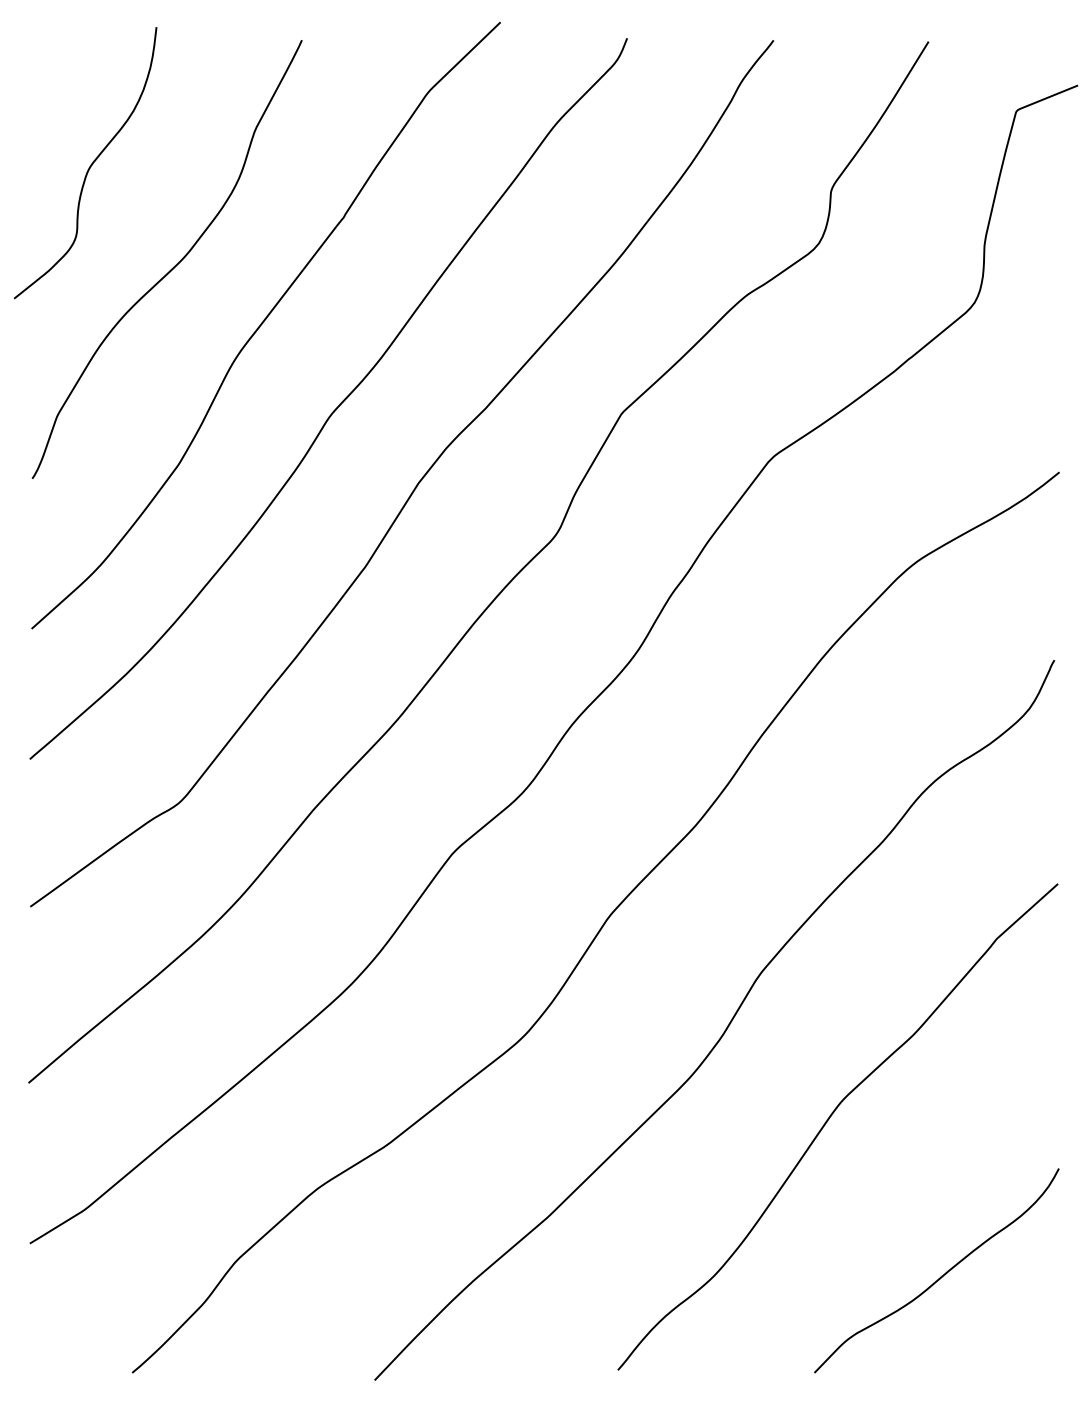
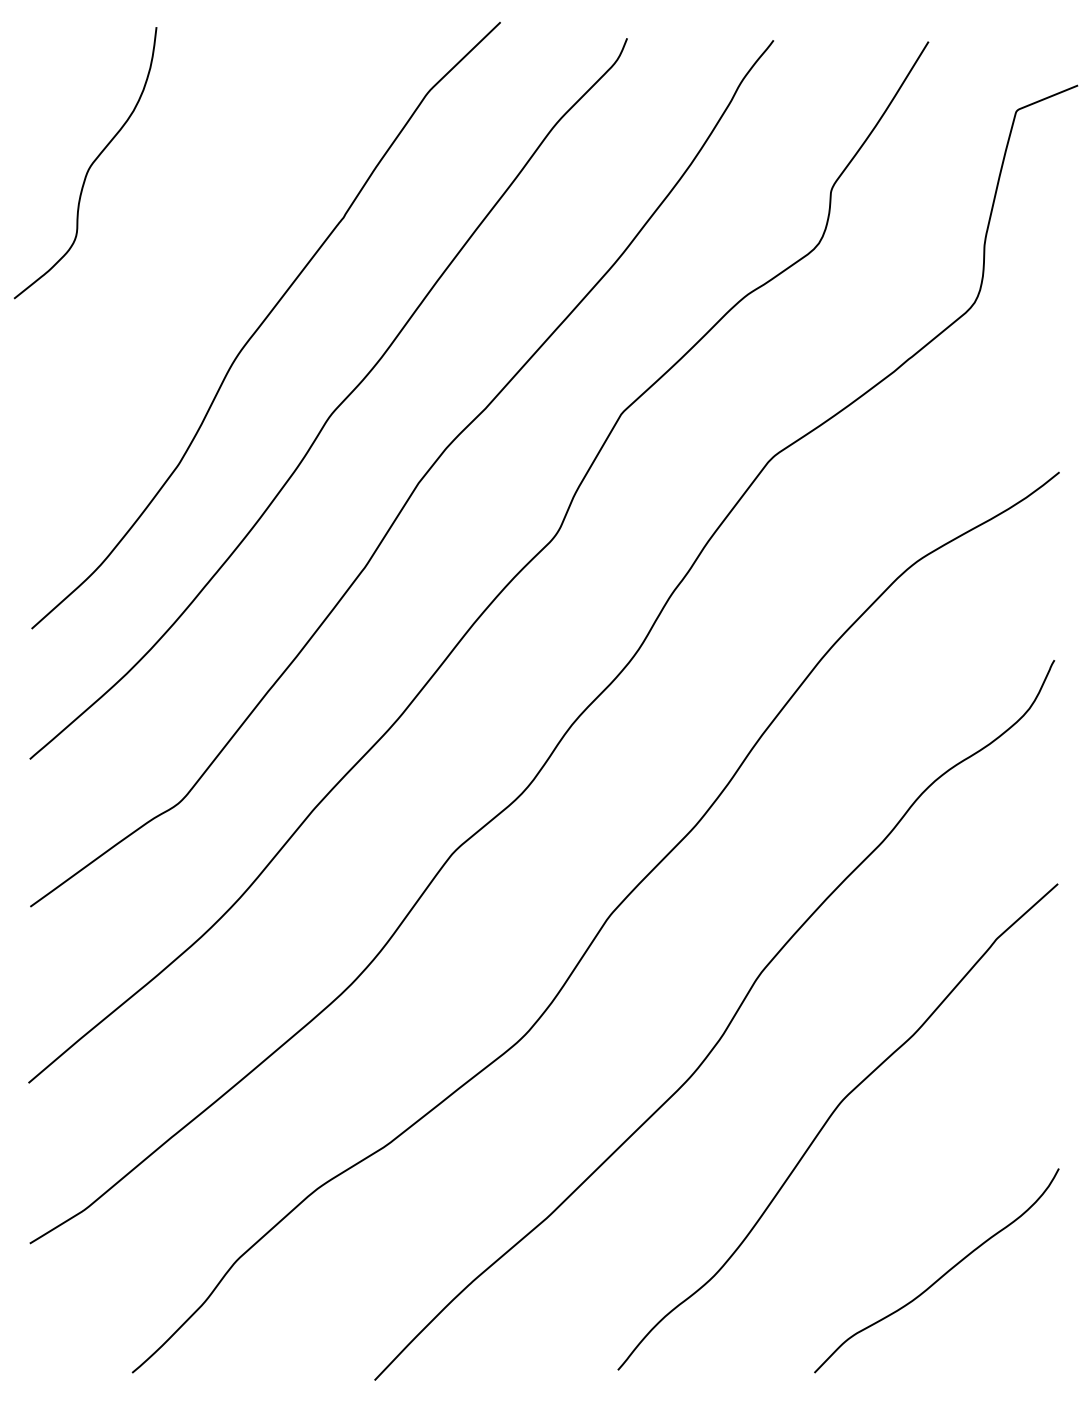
curve at (173, 266): present -> none
